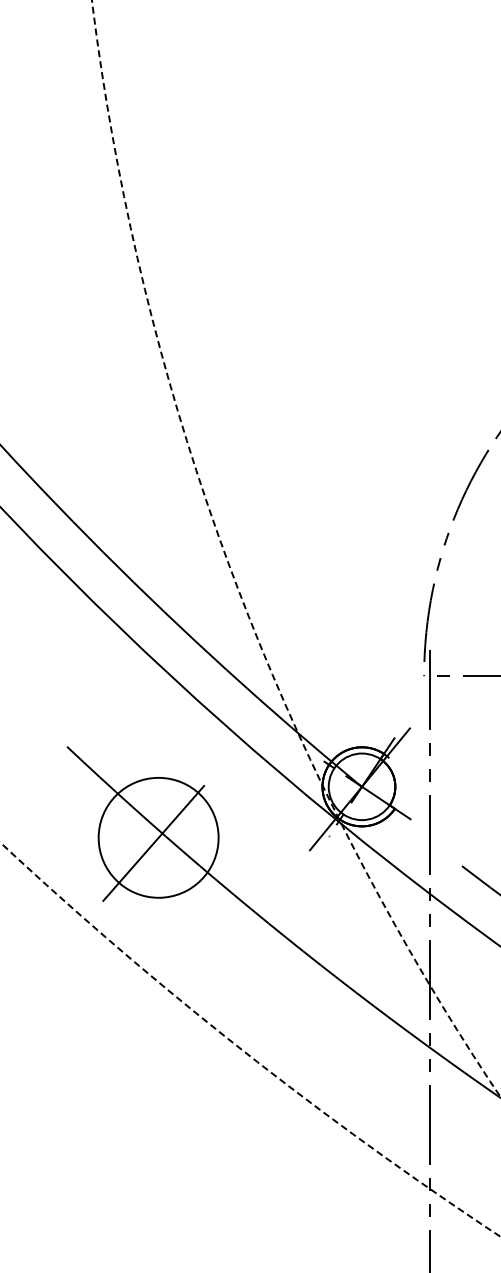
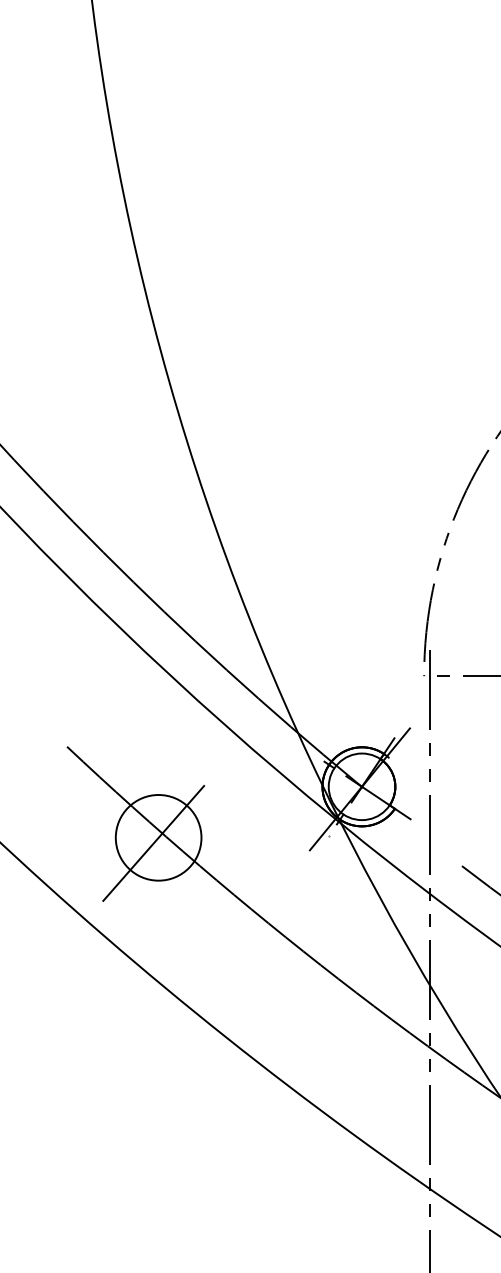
circle at (295, 548): dashed -> solid
circle at (158, 837) diameter: 120 px -> 86 px
arc at (243, 1050): dashed -> solid
